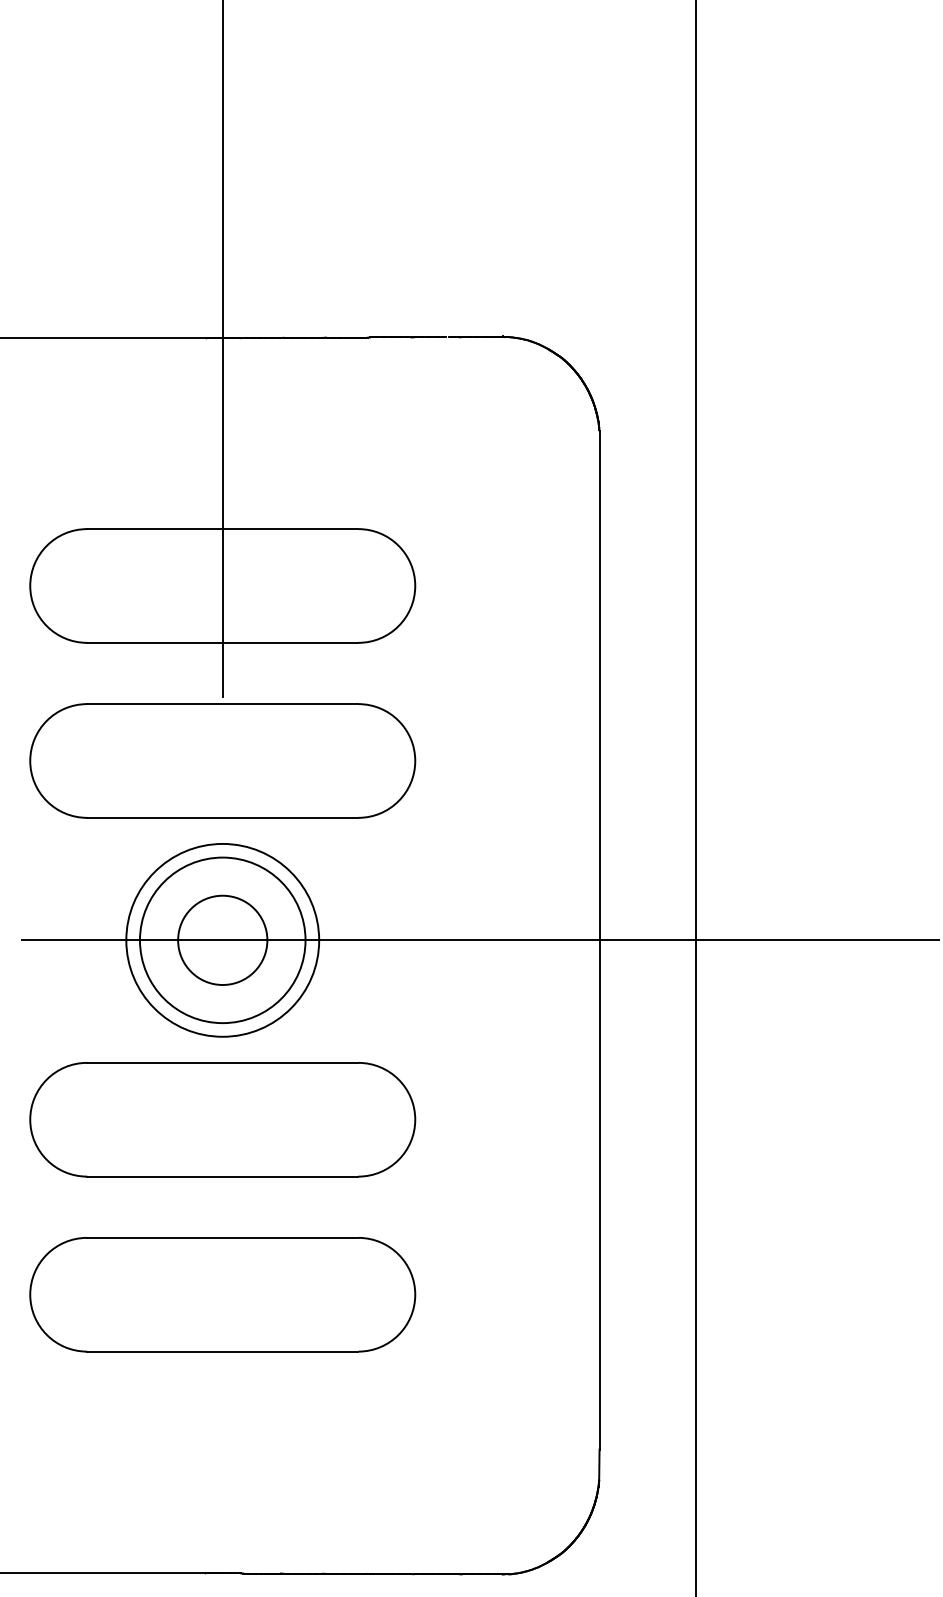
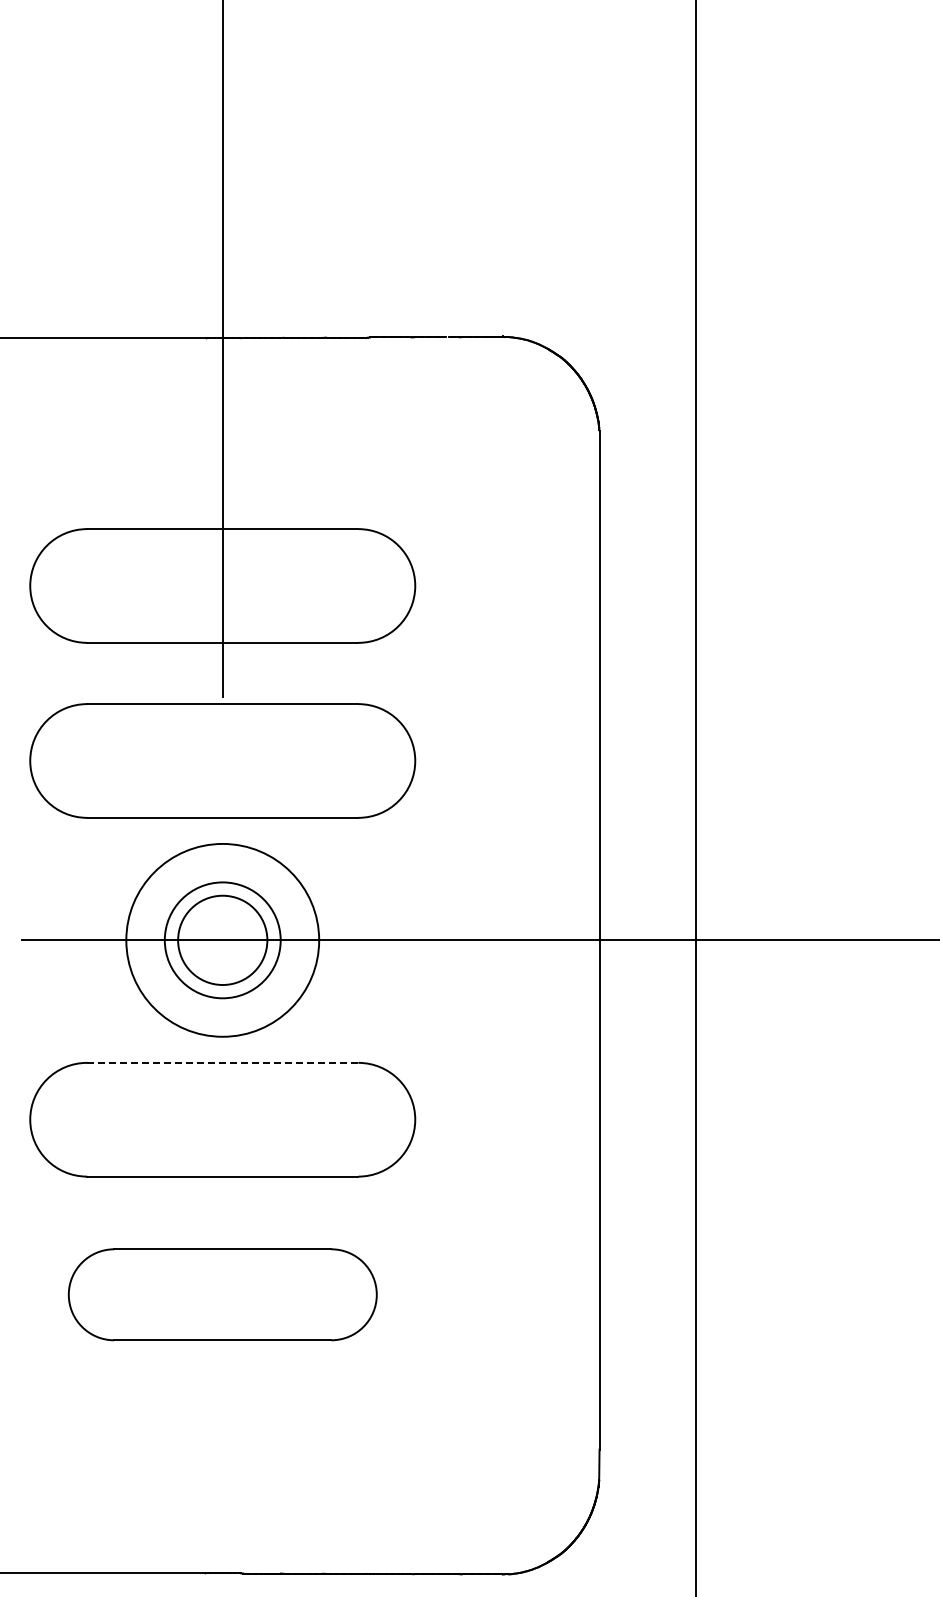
circle at (222, 940) diameter: 166 px -> 116 px
line at (222, 1062): solid -> dashed
part at (222, 1294) size: 388x116 px -> 311x94 px
